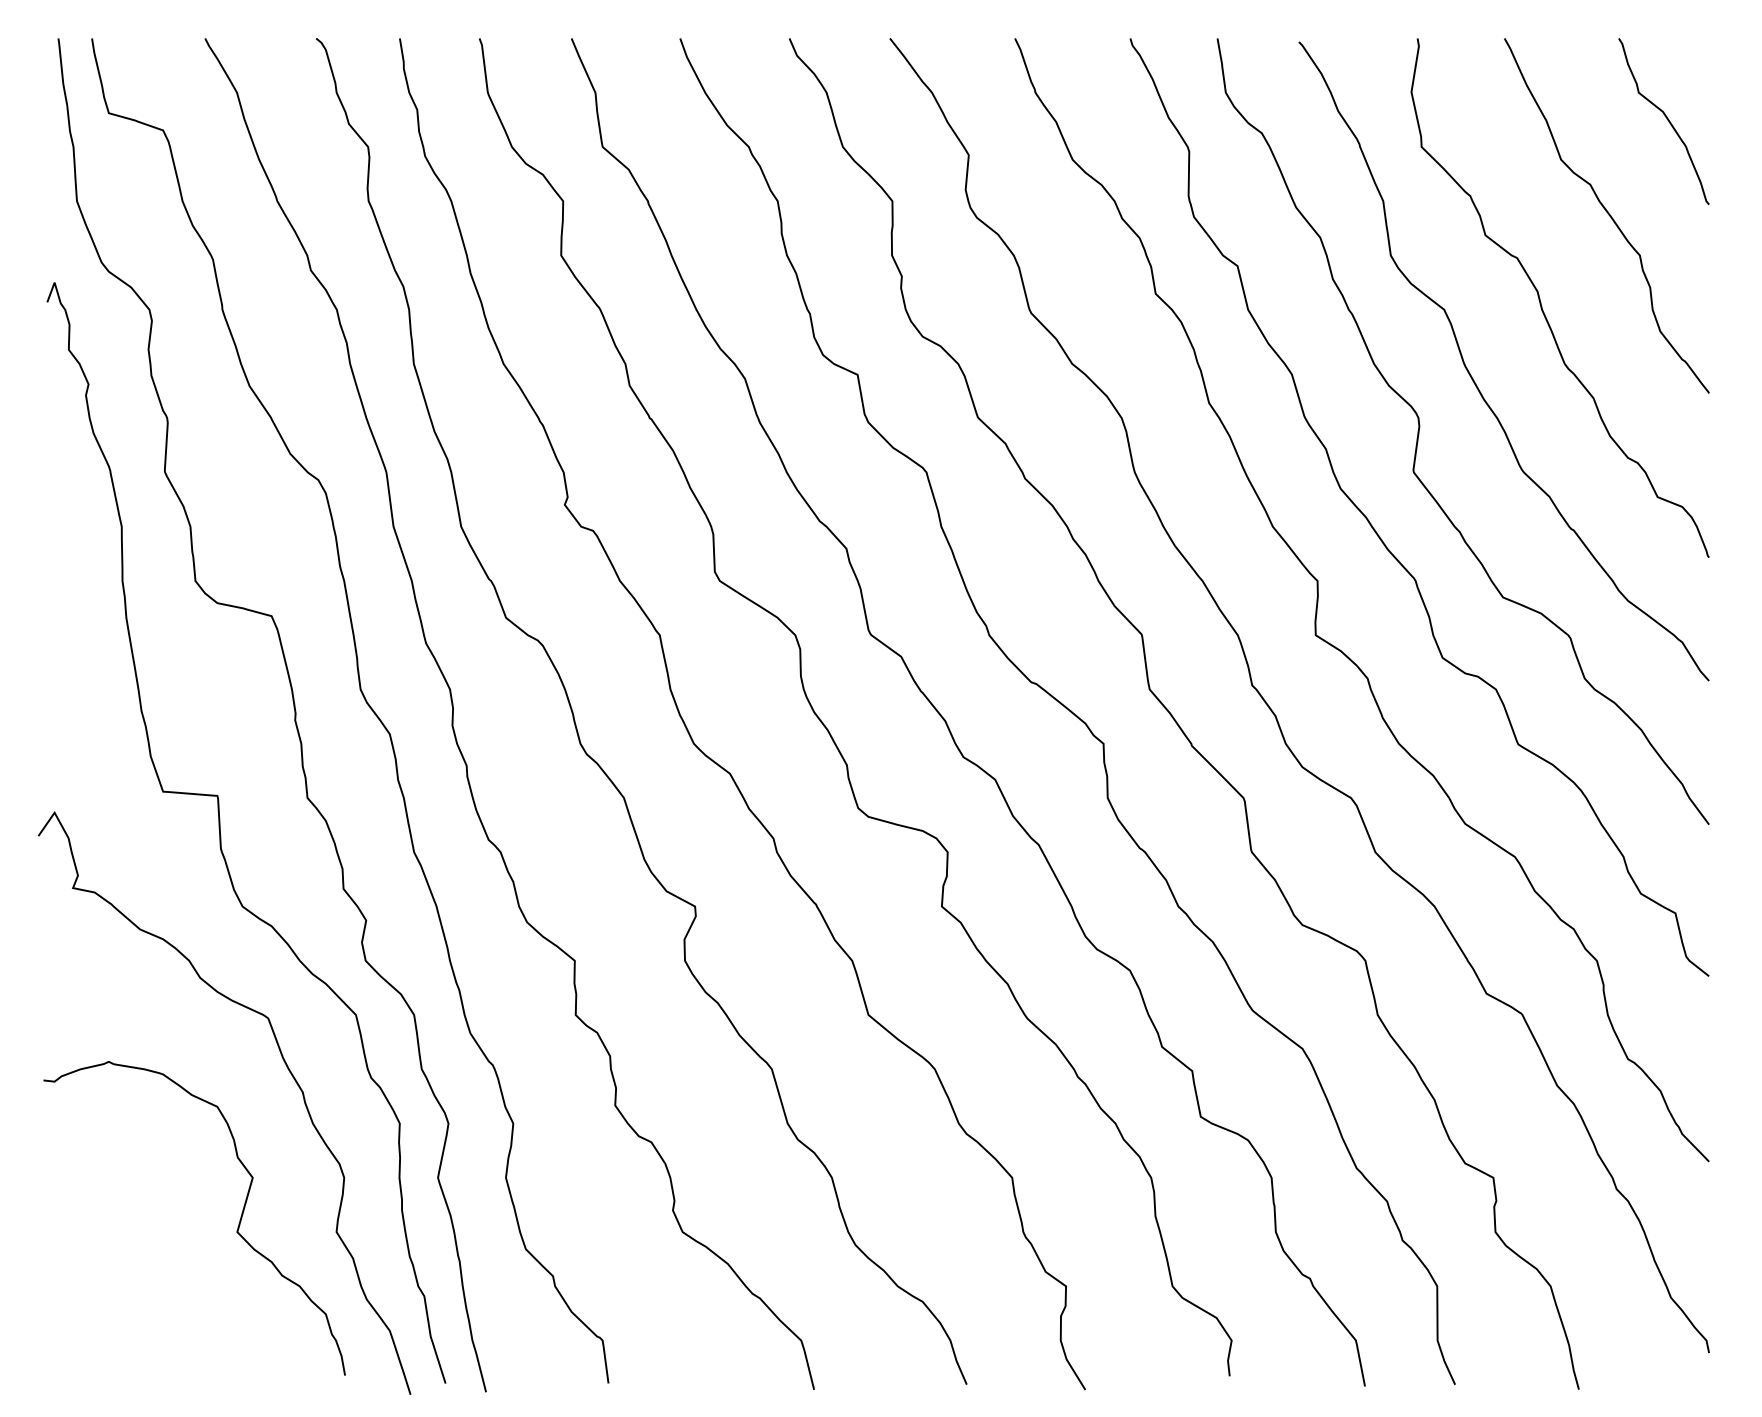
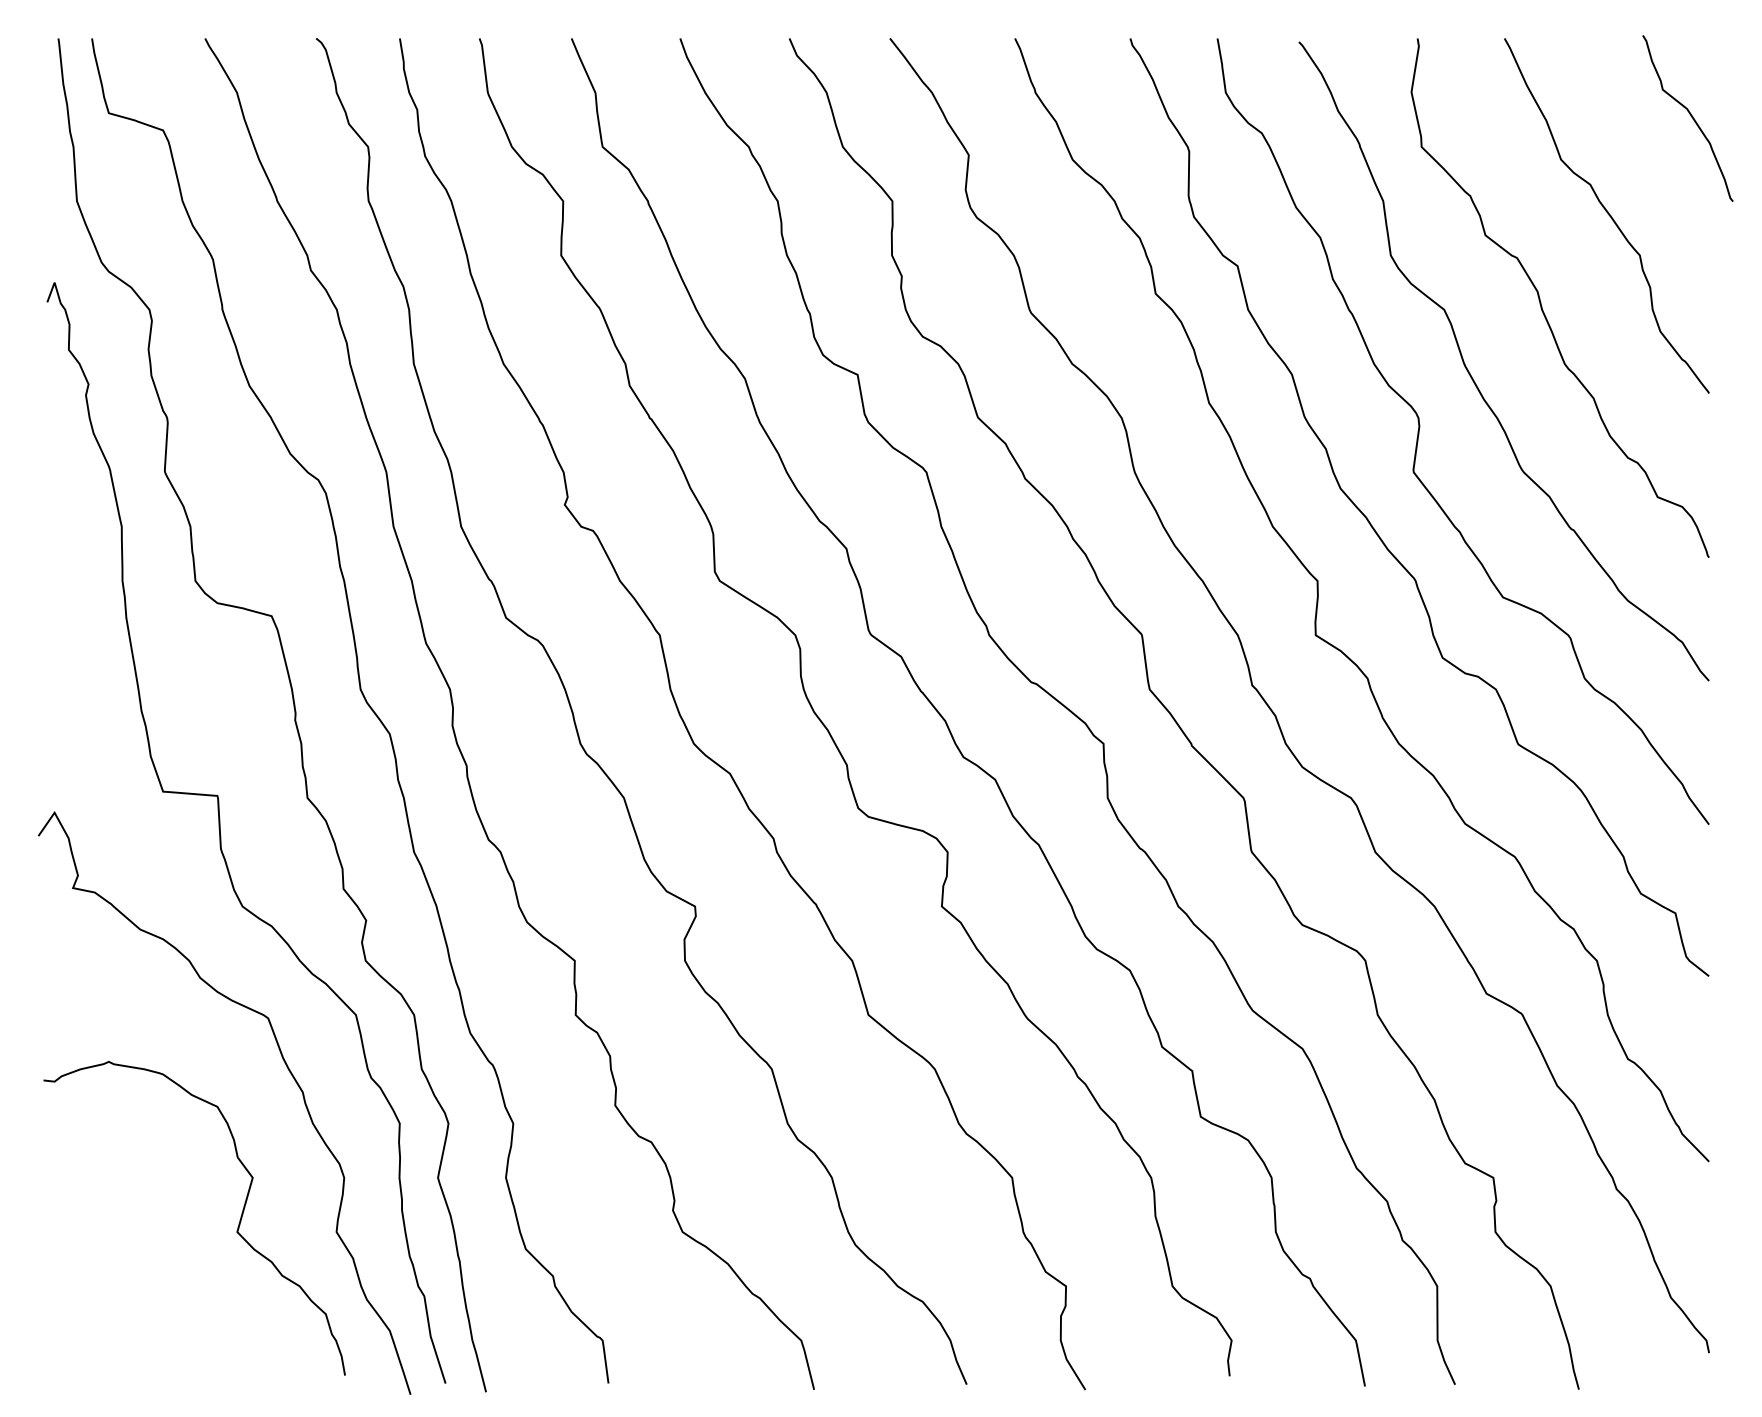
curve at (1666, 119) position: (1666, 119) -> (1690, 116)
